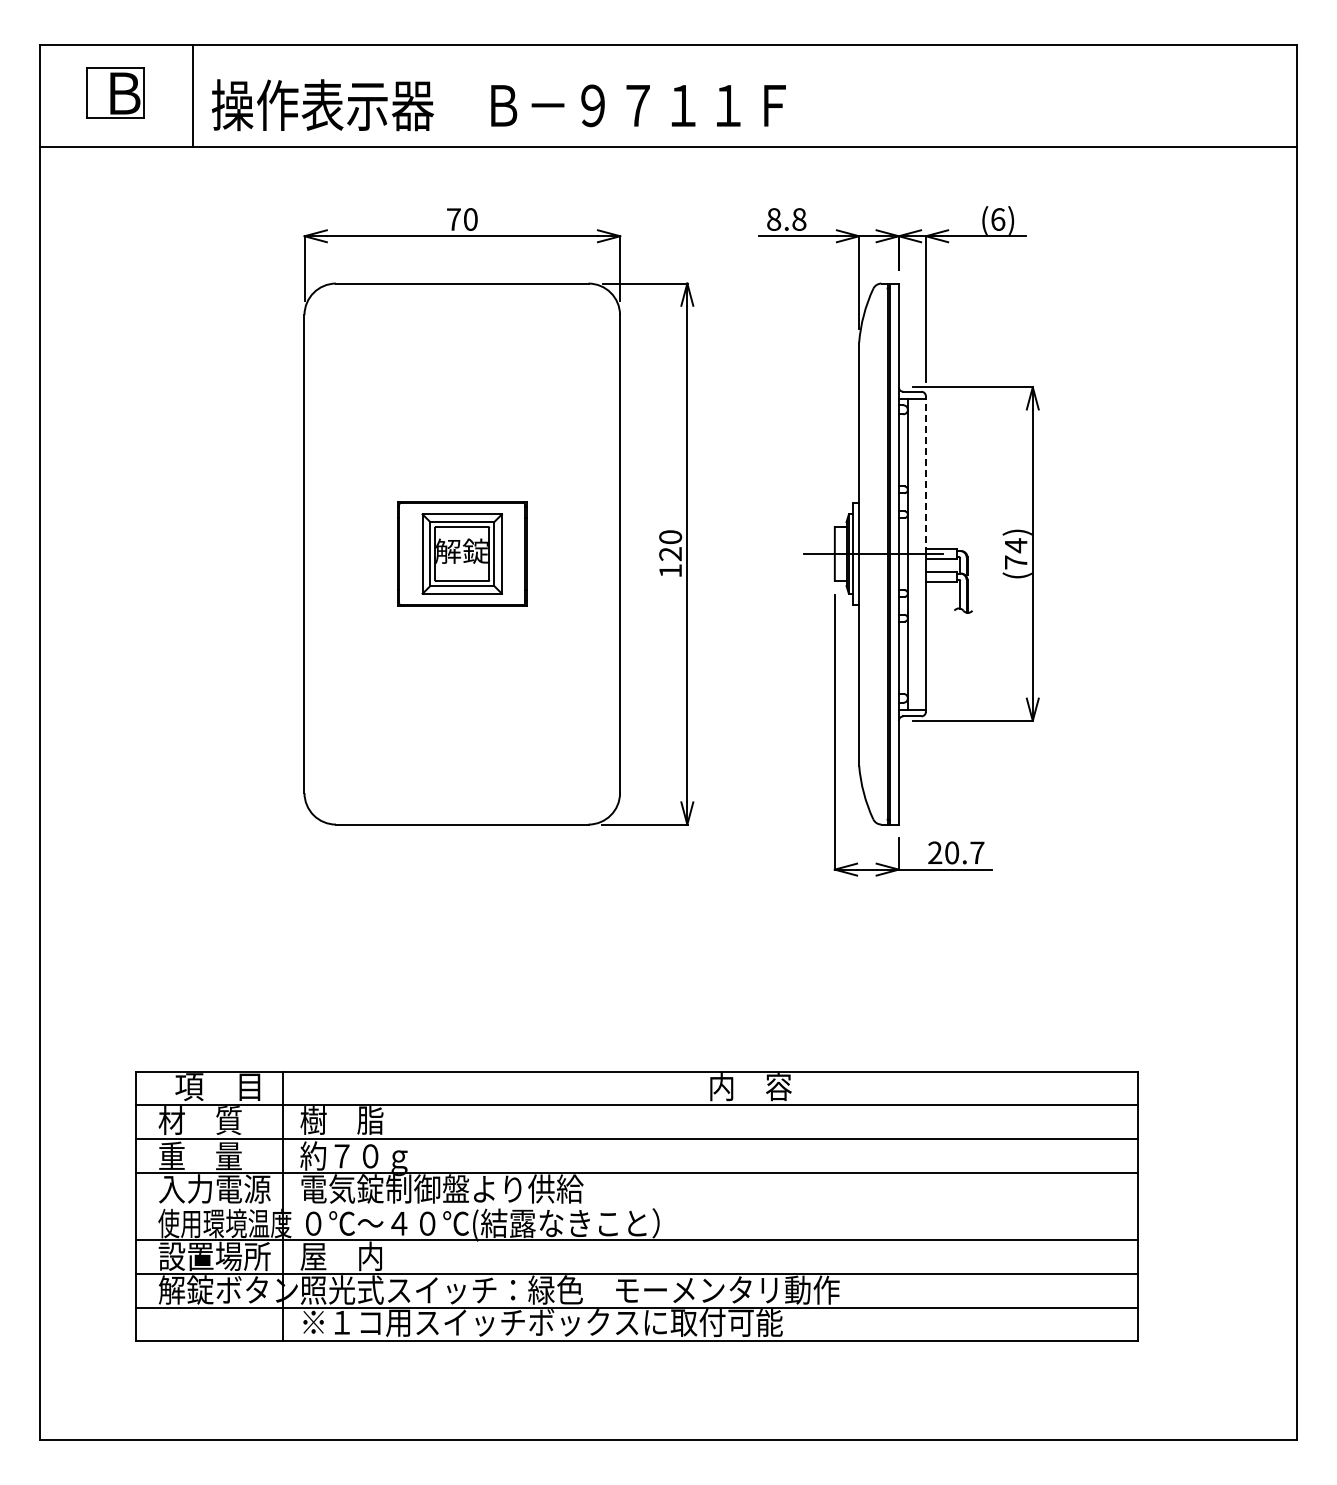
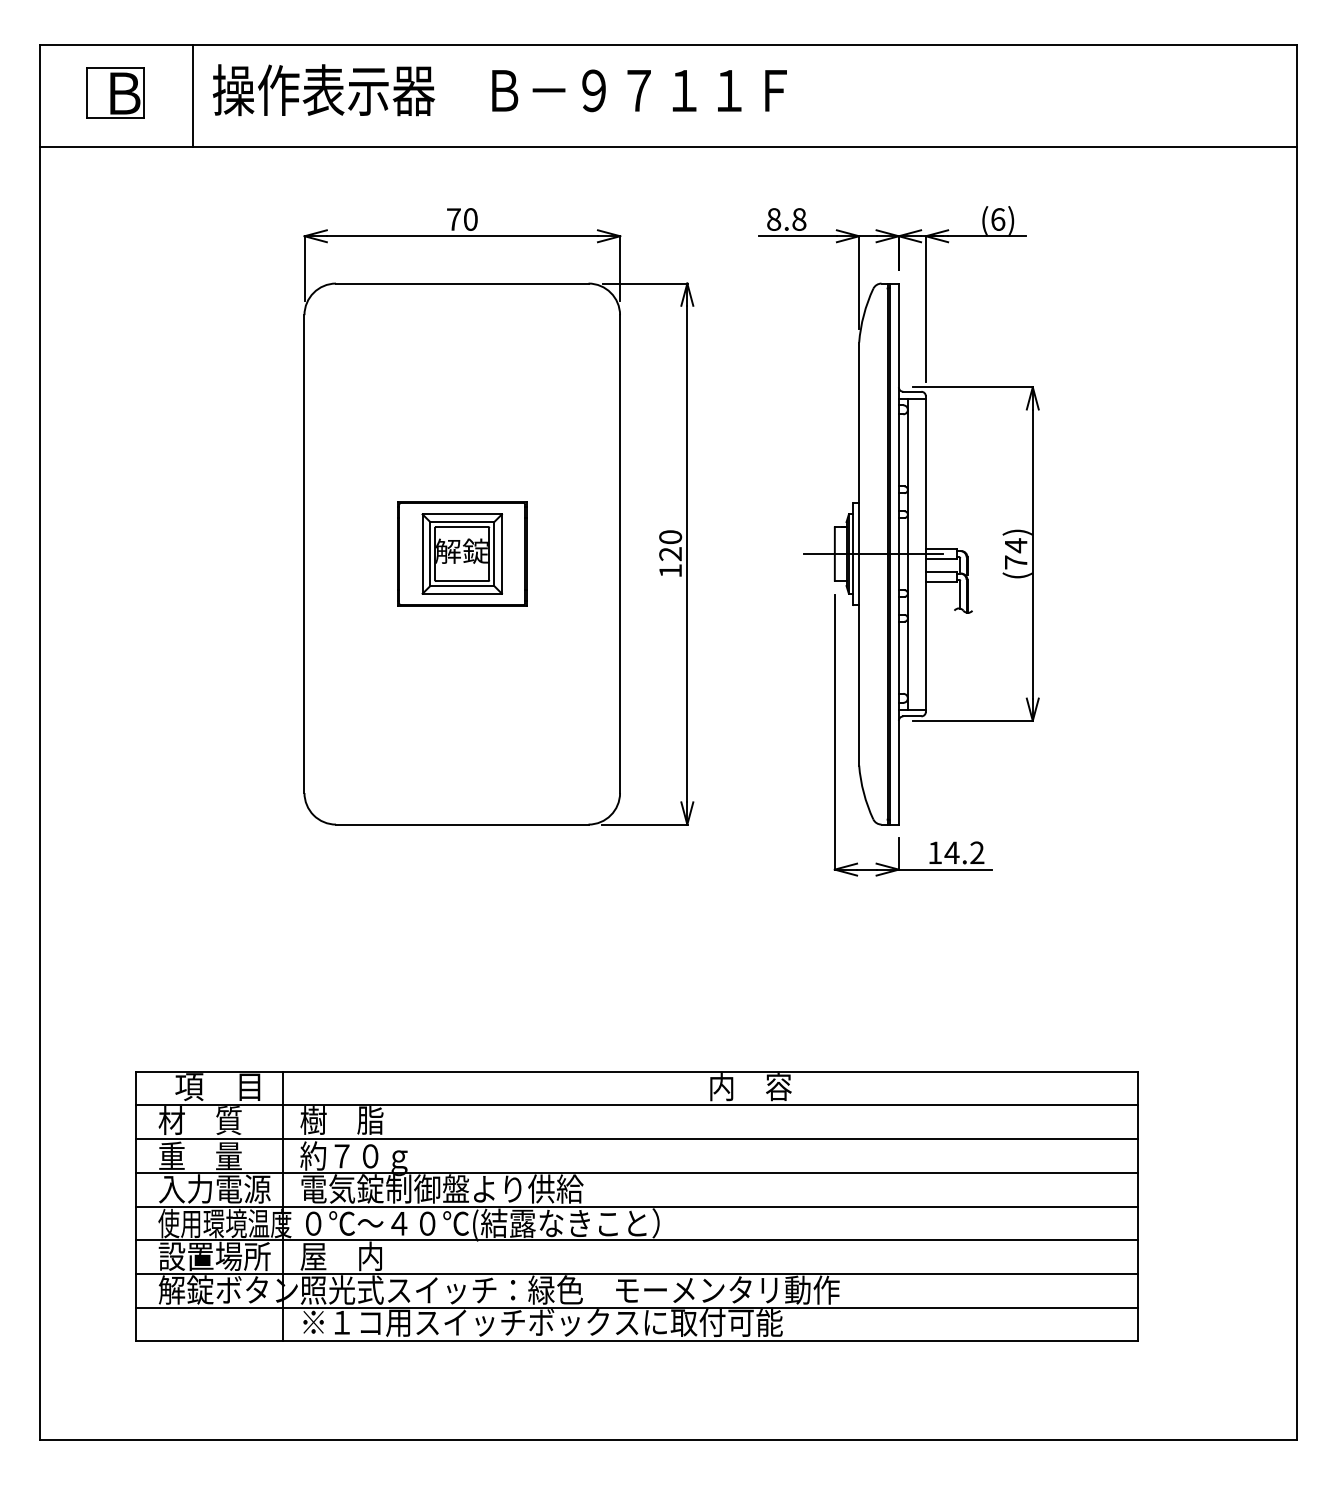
text at (498, 105) position: (498, 105) -> (499, 90)
line at (925, 475): dashed -> solid
text at (956, 852): 20.7 -> 14.2
line at (636, 1206): none -> present
